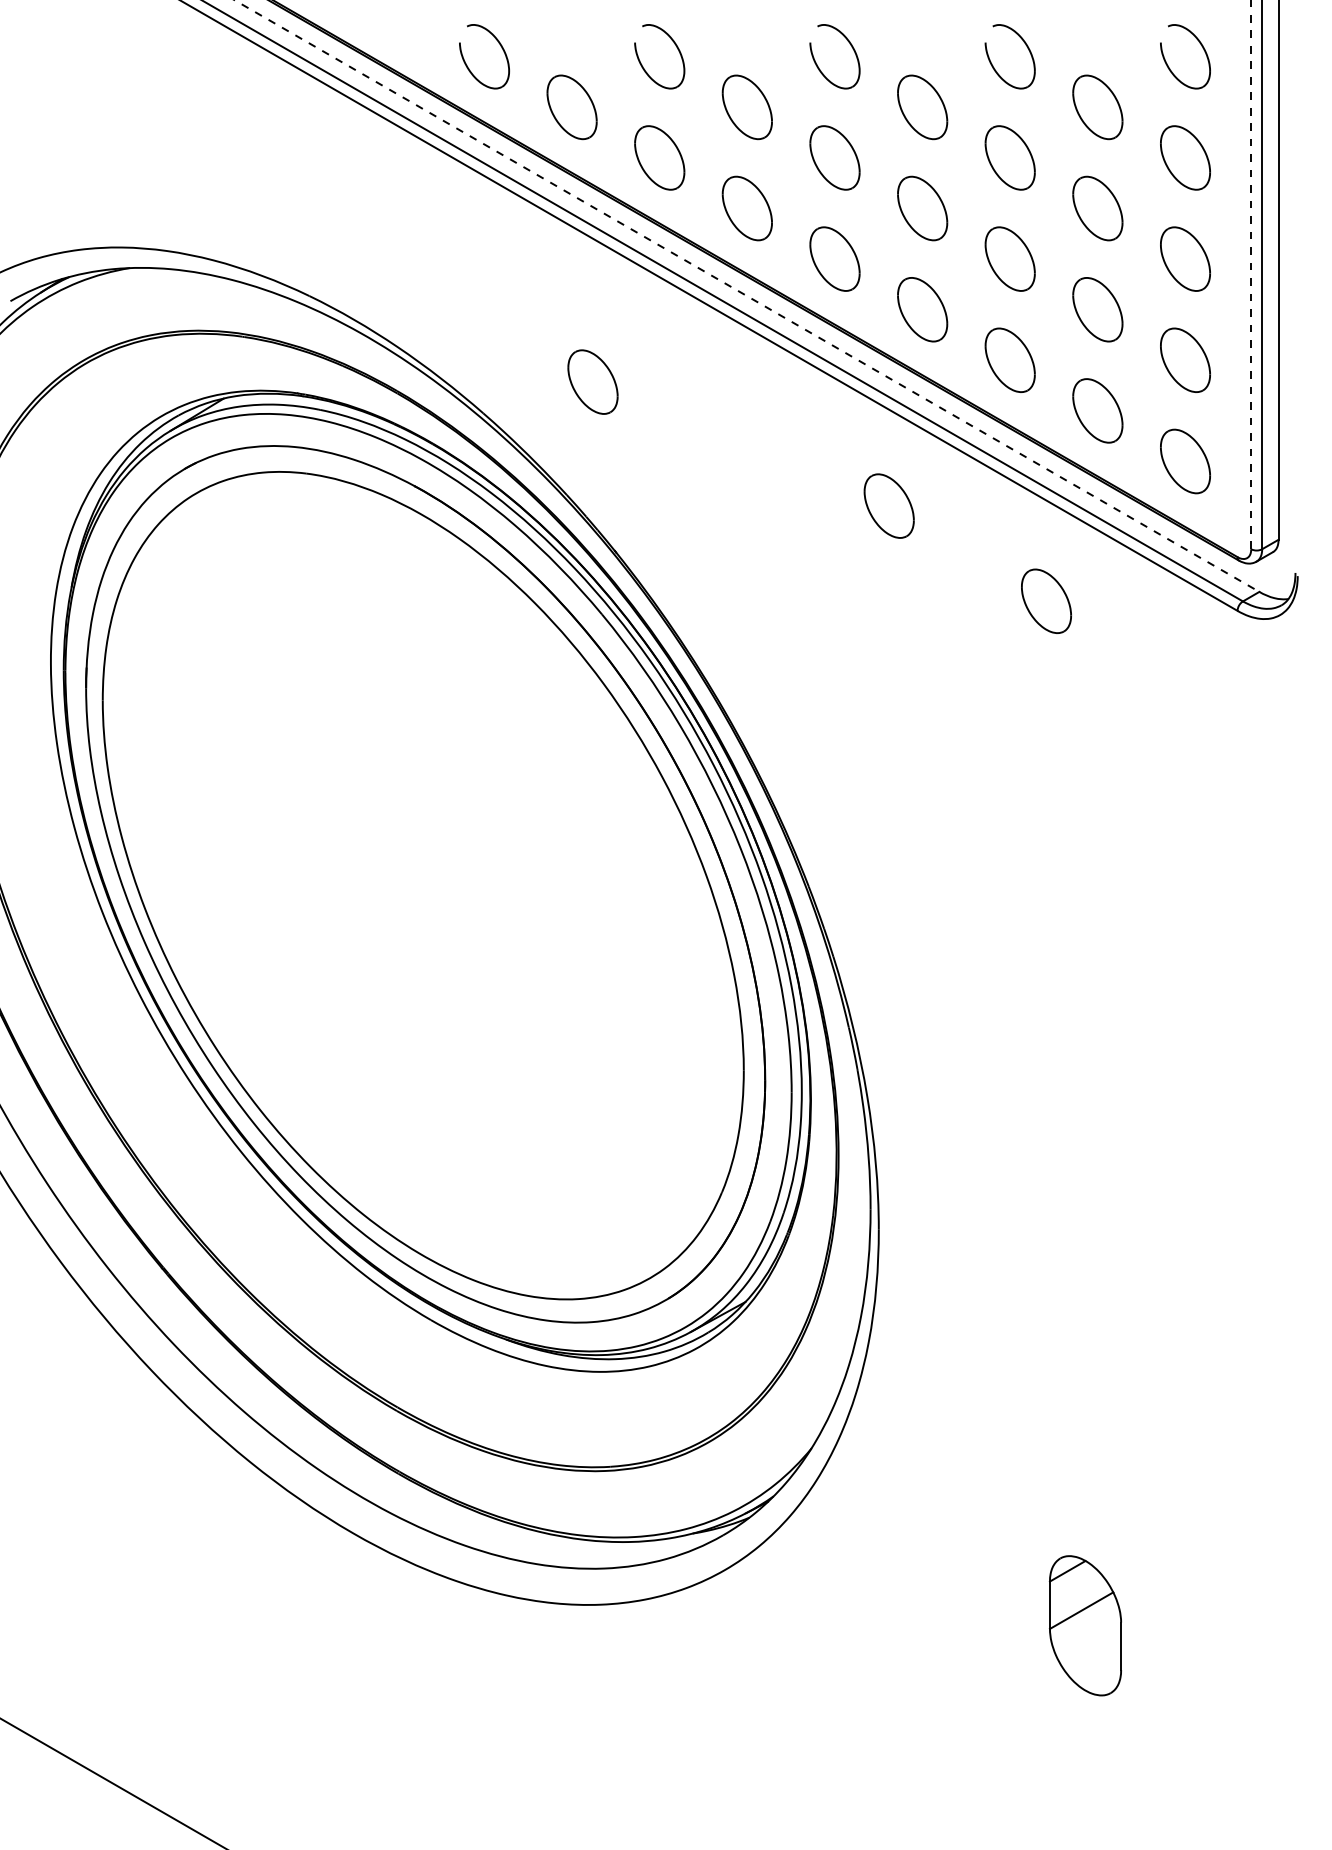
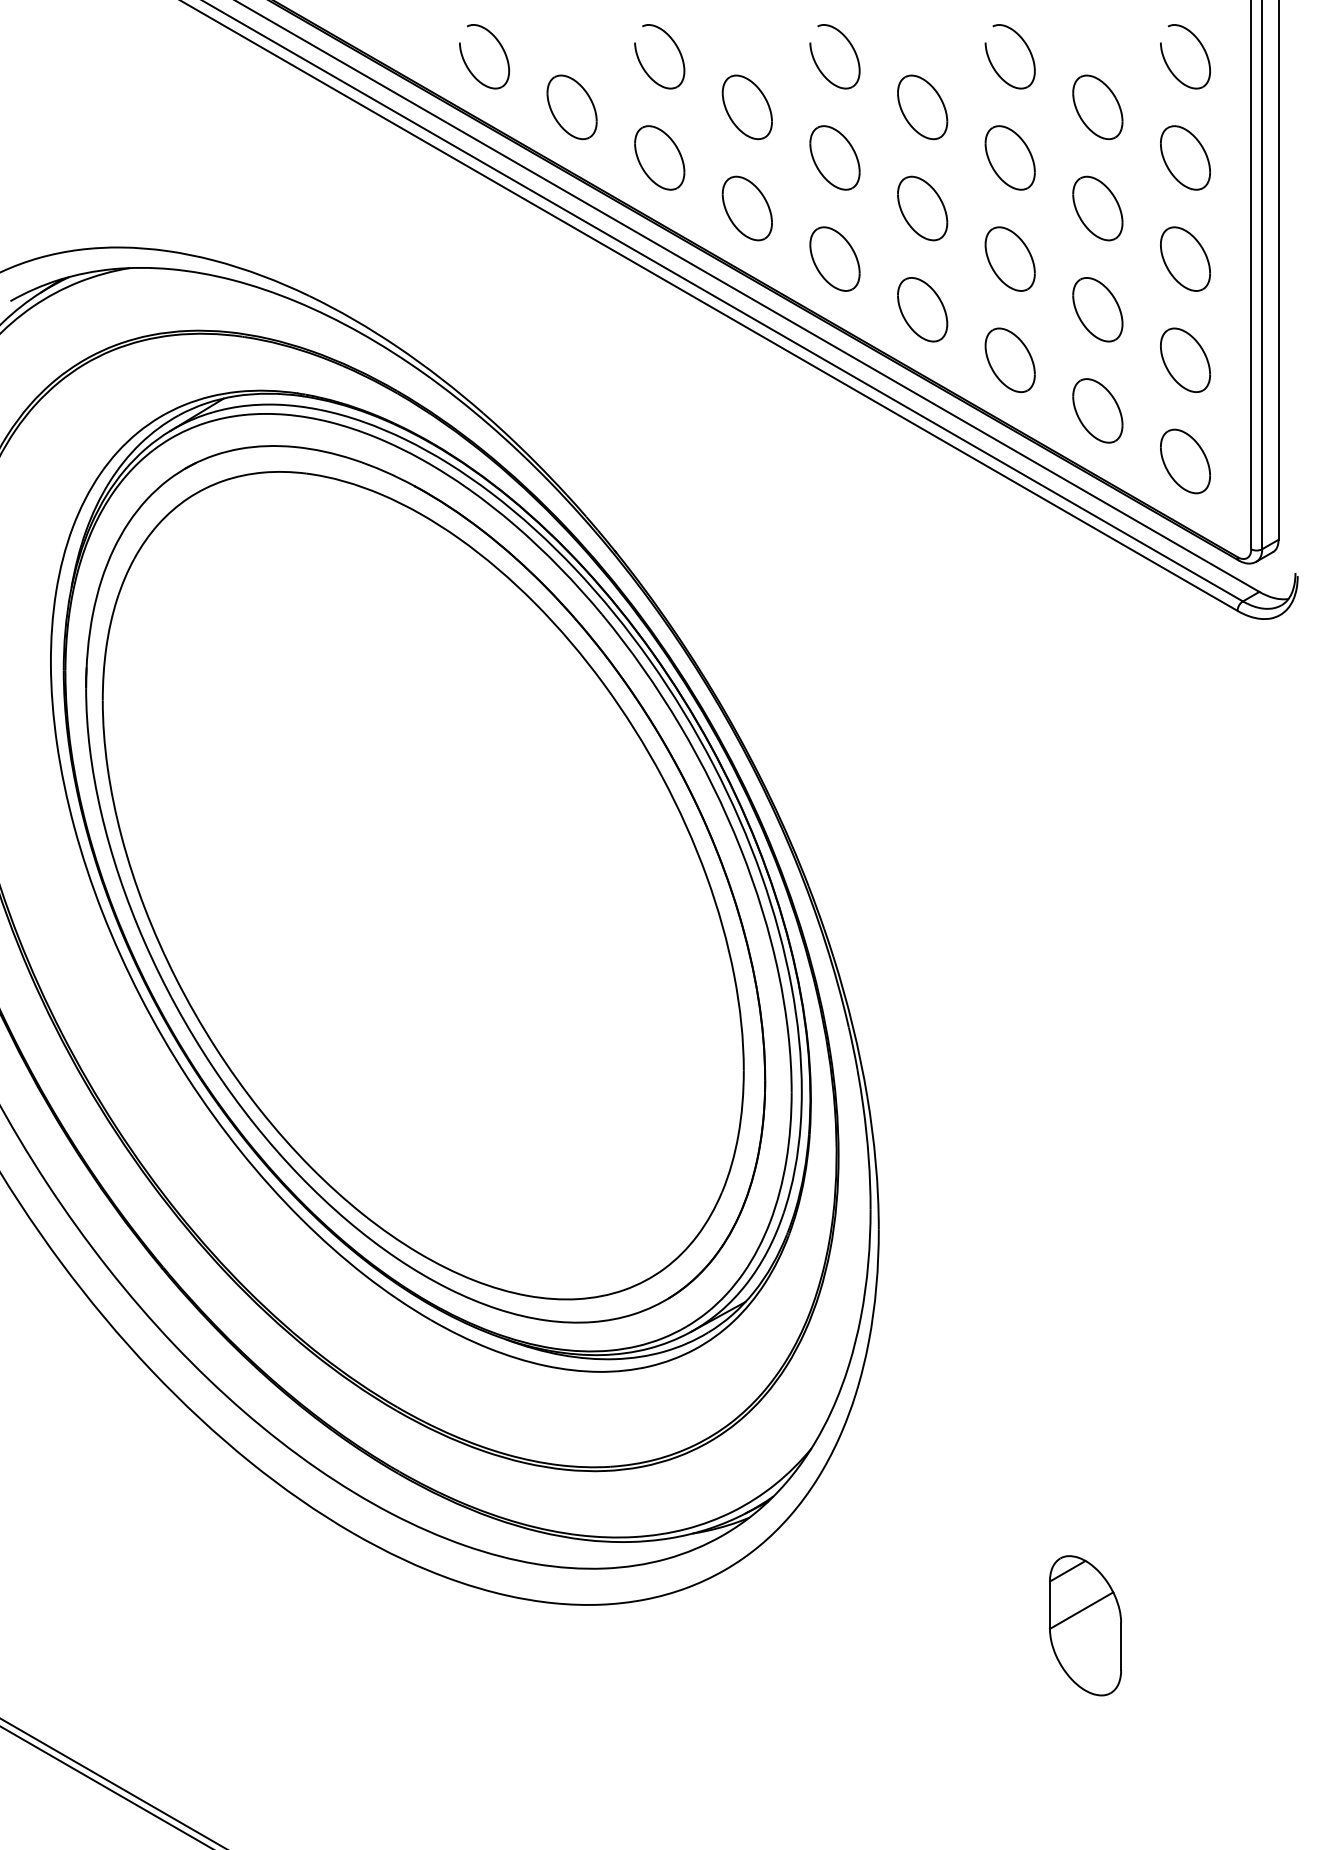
line at (1251, 274): dashed -> solid
line at (746, 295): dashed -> solid
part at (592, 381): present -> none
part at (888, 505): present -> none
part at (1046, 600): present -> none
line at (105, 1786): none -> present
